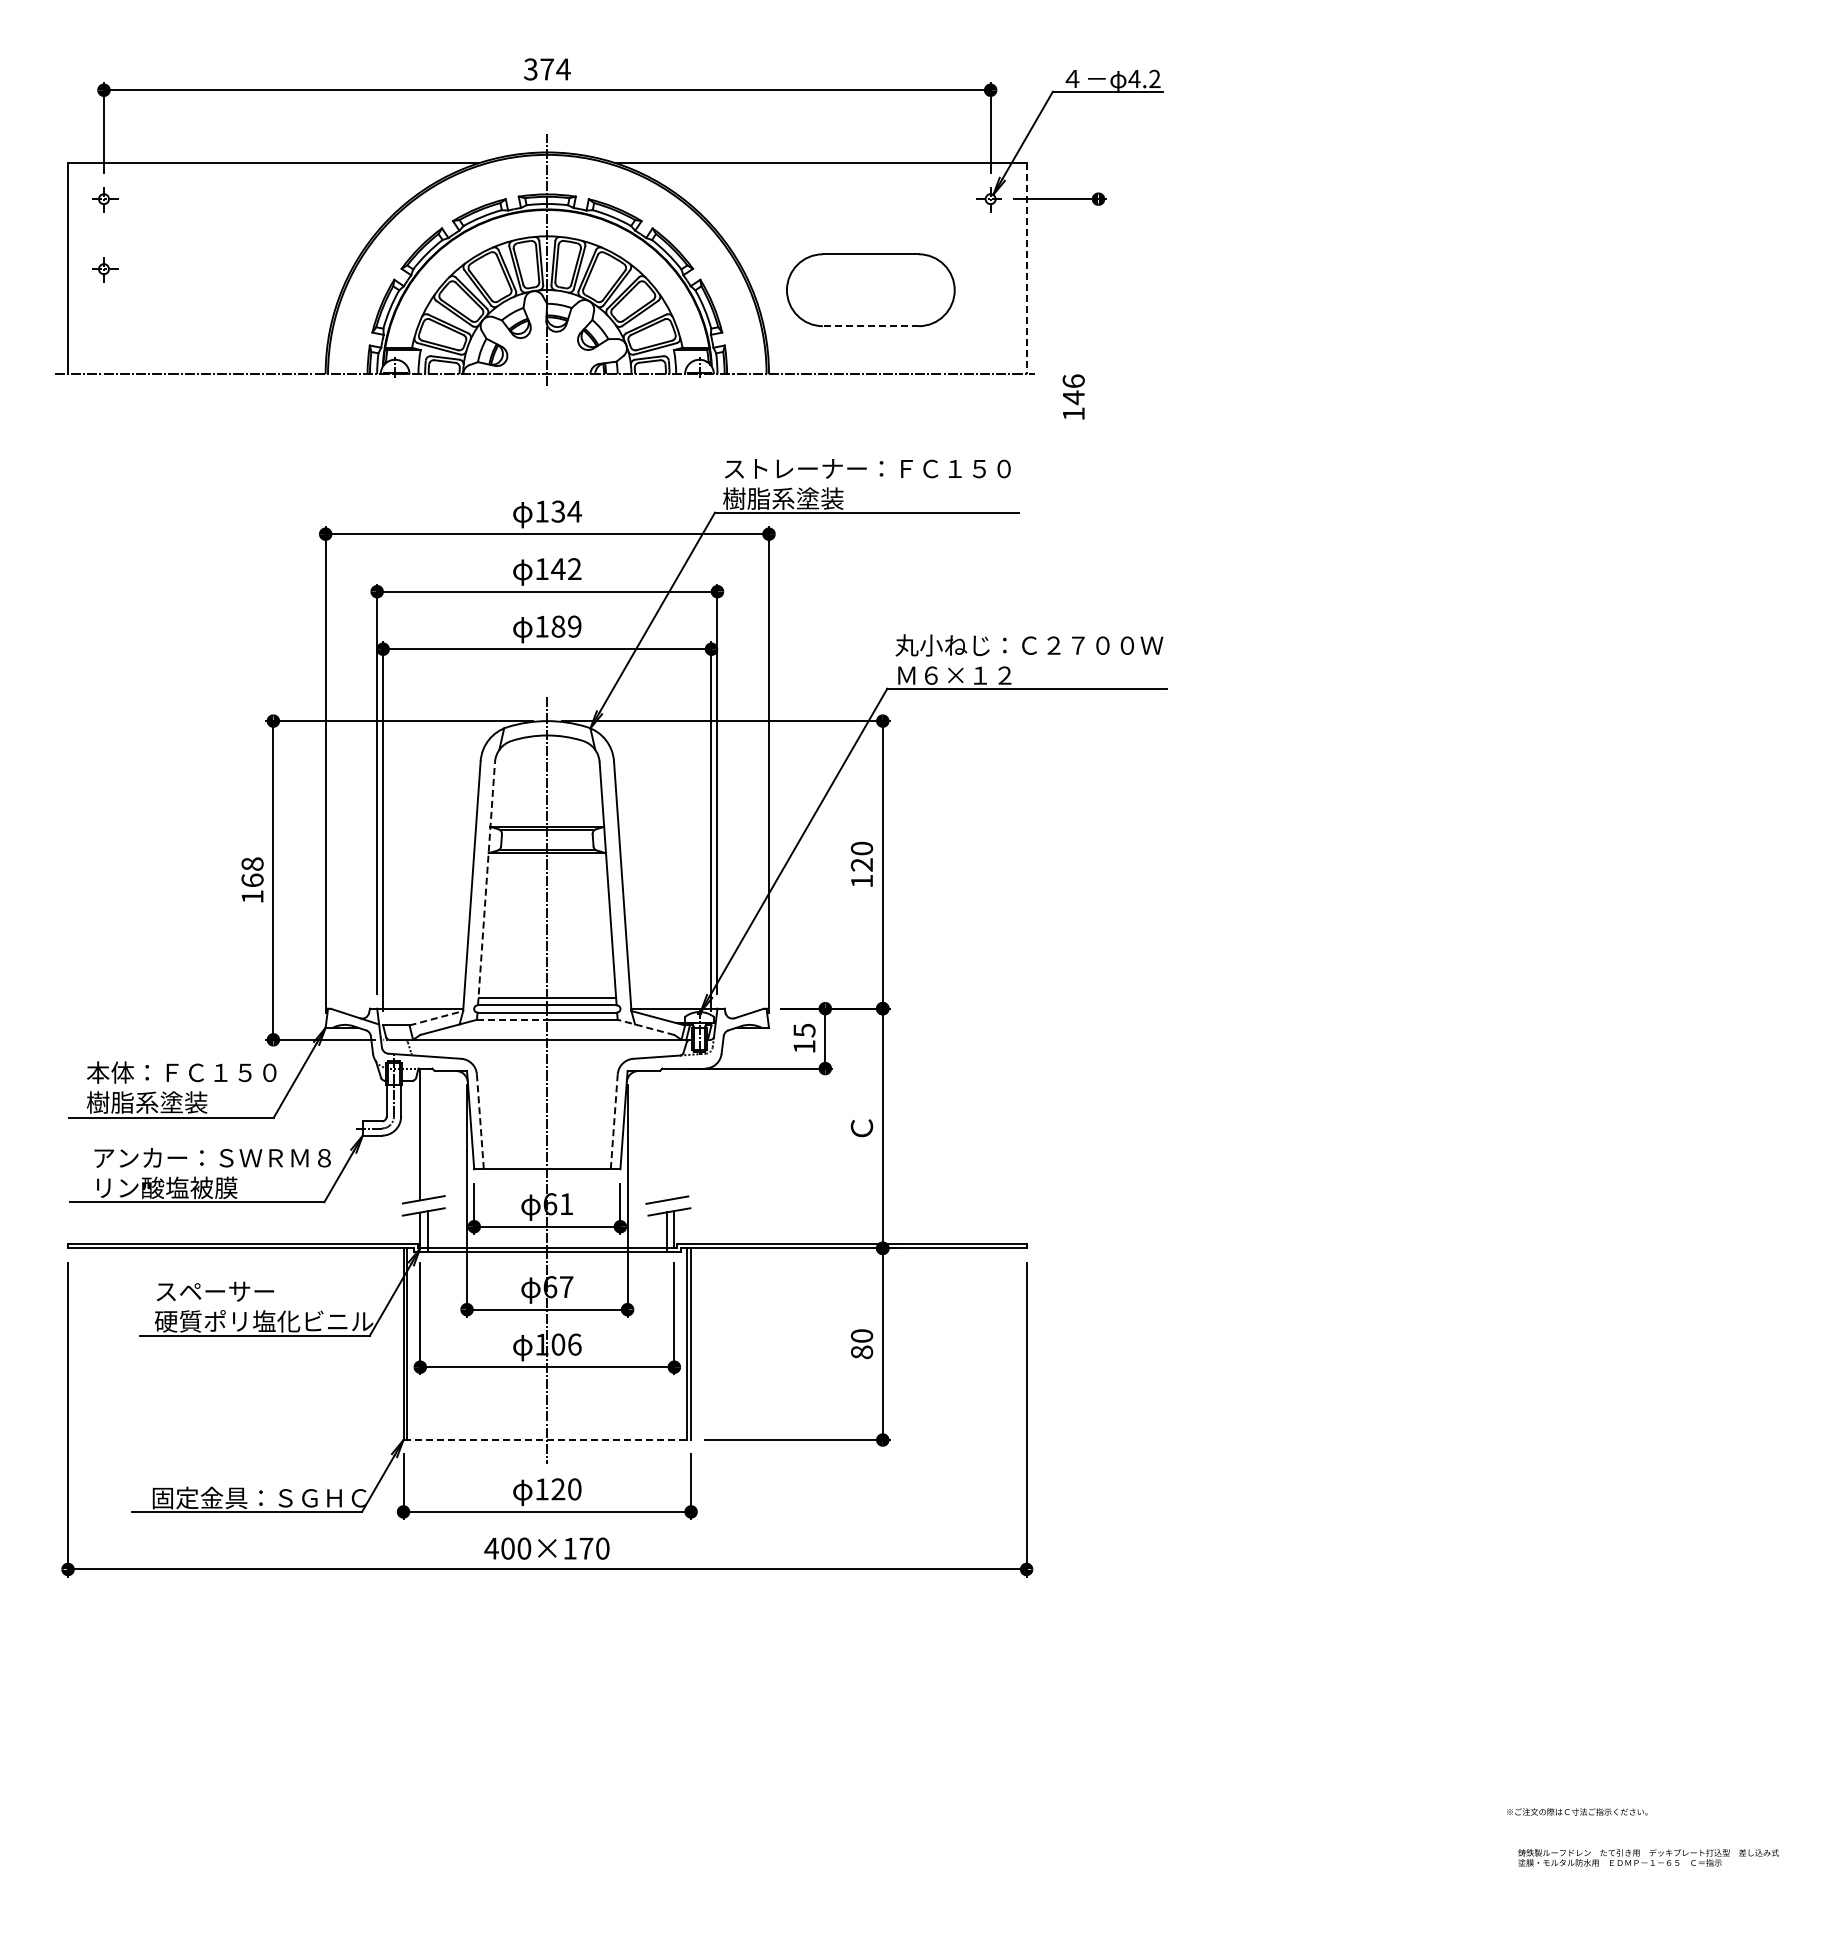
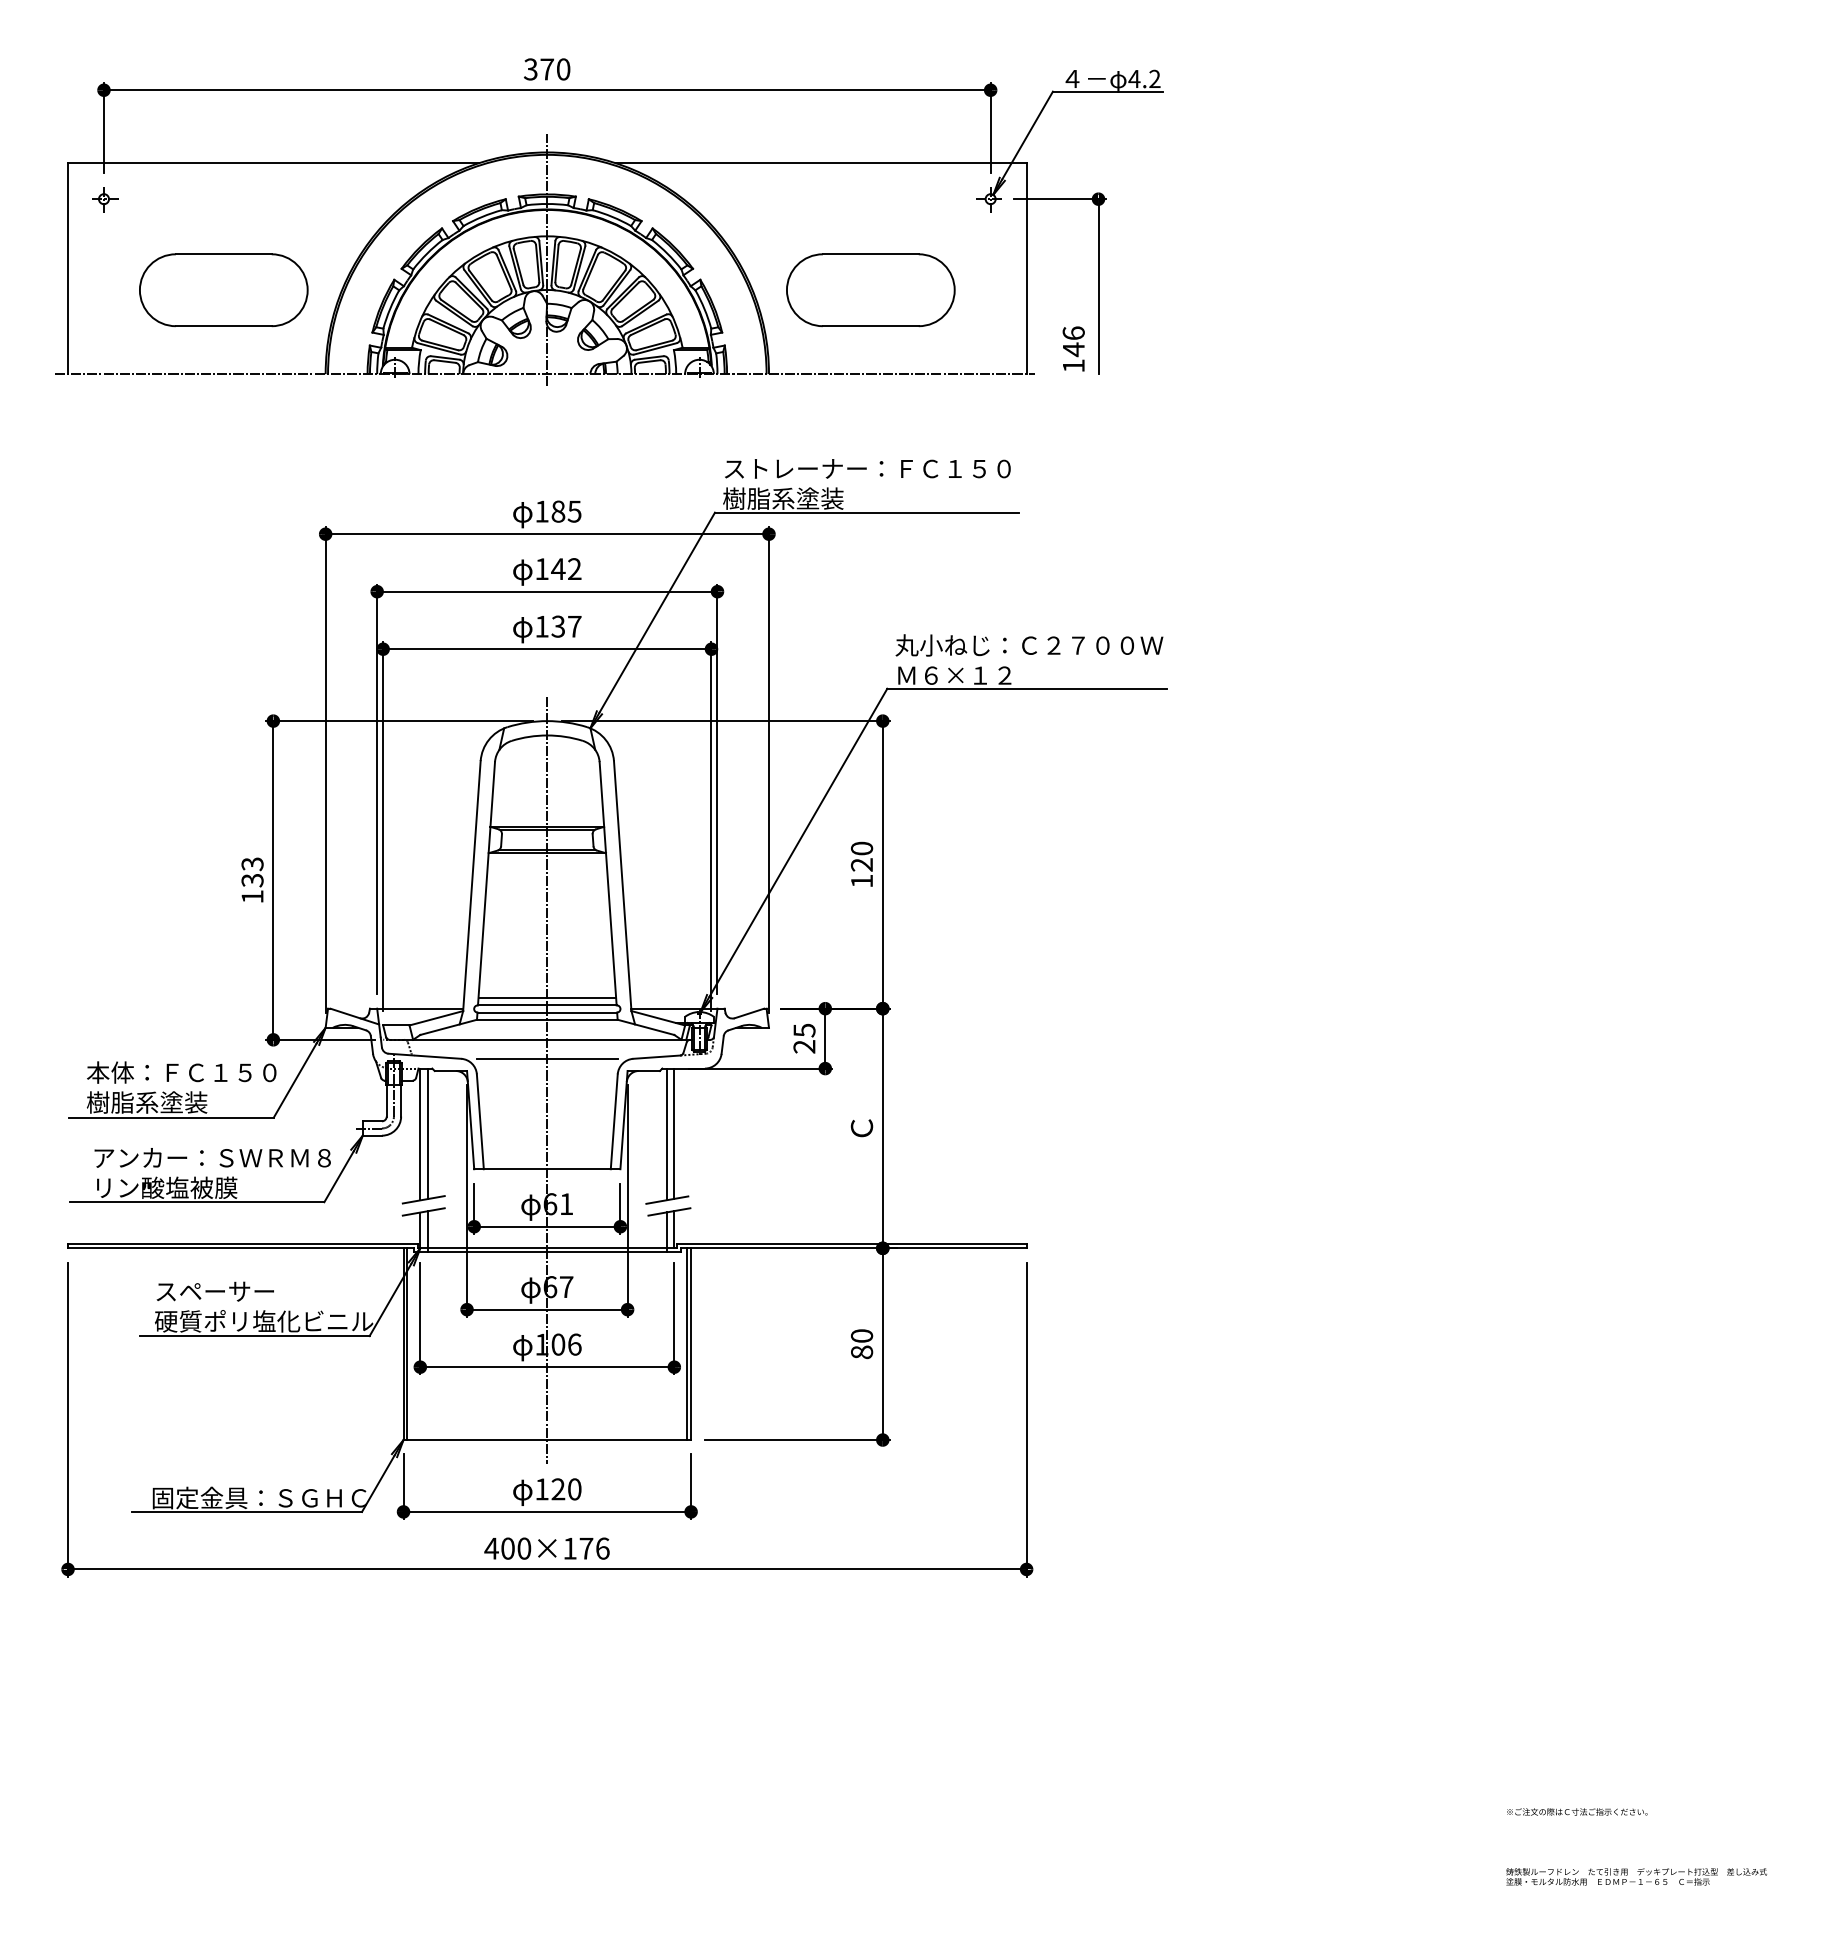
text at (563, 69): 374 -> 370
part at (105, 269): present -> none
line at (1026, 269): dashed -> solid
line at (1098, 286): none -> present
part at (223, 290): none -> present
line at (870, 326): dashed -> solid
text at (1073, 396) position: (1073, 396) -> (1073, 348)
text at (566, 511): 134 -> 185
text at (566, 626): 189 -> 137
text at (252, 872): 168 -> 133
line at (486, 883): dashed -> solid
line at (436, 1018): dashed -> solid
line at (512, 1019): dashed -> solid
line at (645, 1027): dashed -> solid
text at (804, 1046): 15 -> 25
line at (546, 1058): none -> present
line at (480, 1121): dashed -> solid
line at (614, 1121): dashed -> solid
line at (427, 1133): none -> present
line at (674, 1133): none -> present
line at (667, 1134): none -> present
line at (547, 1440): dashed -> solid
text at (602, 1548): 400×170 -> 400×176
text at (1648, 1857) position: (1648, 1857) -> (1636, 1876)
